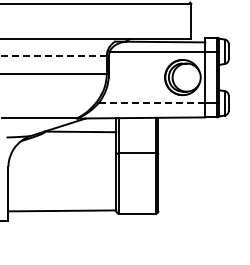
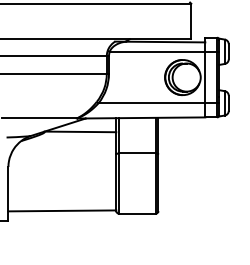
line at (53, 56): dashed -> solid
line at (151, 103): dashed -> solid
